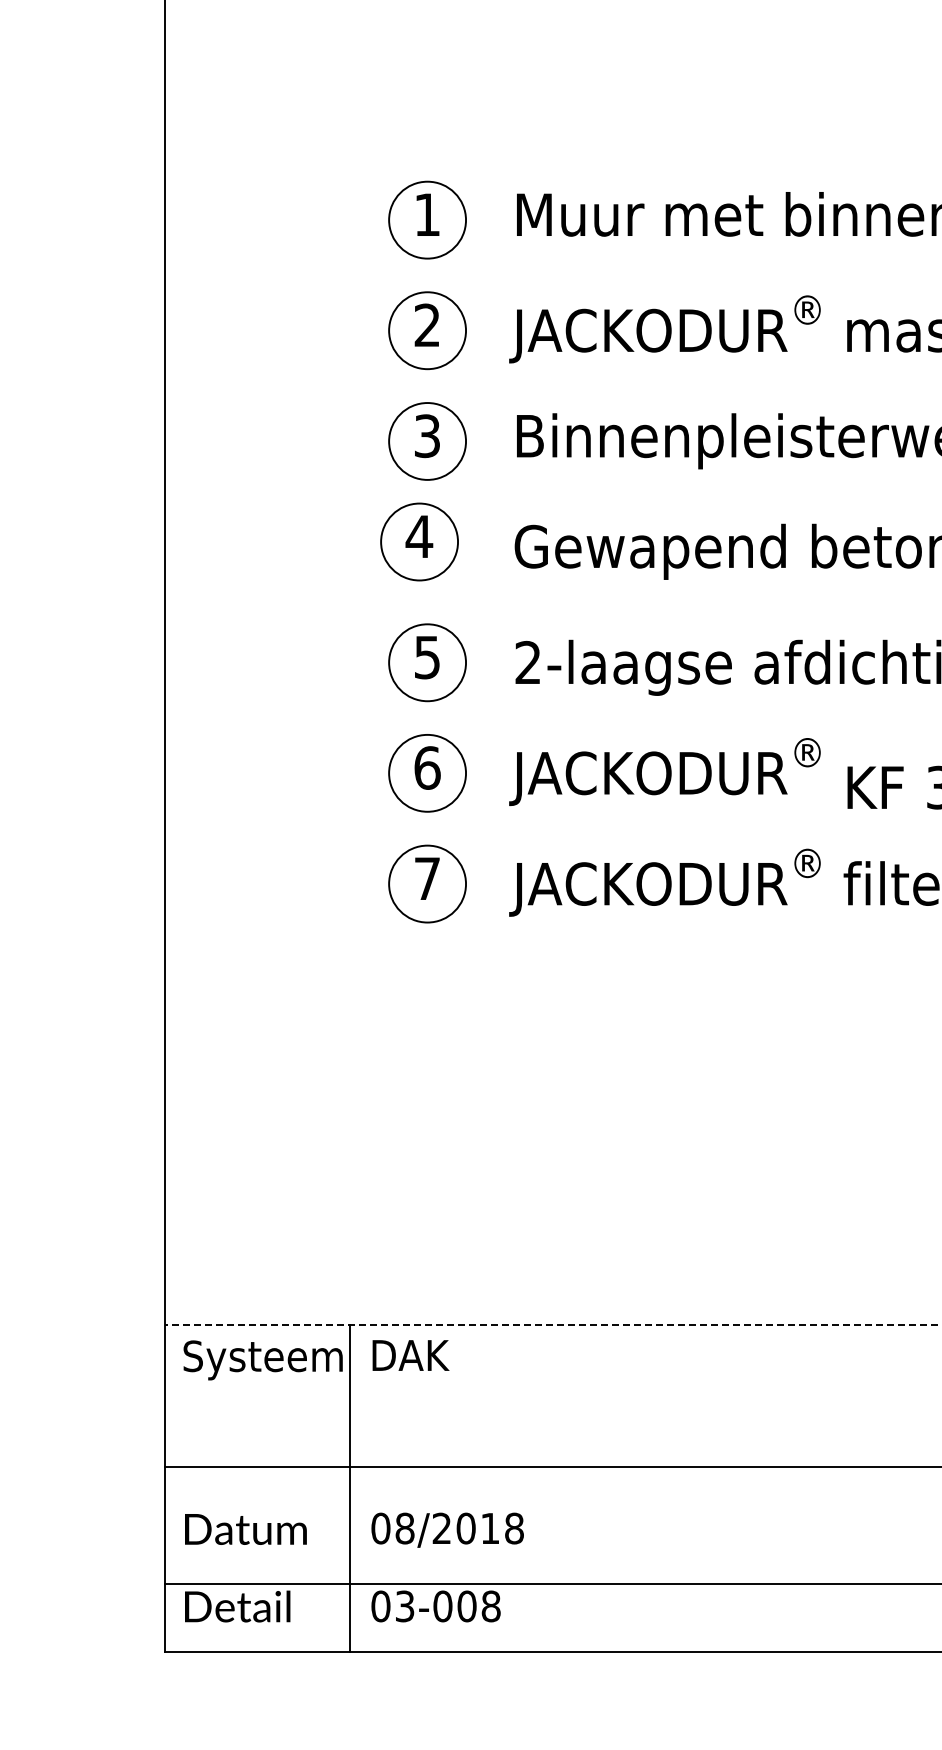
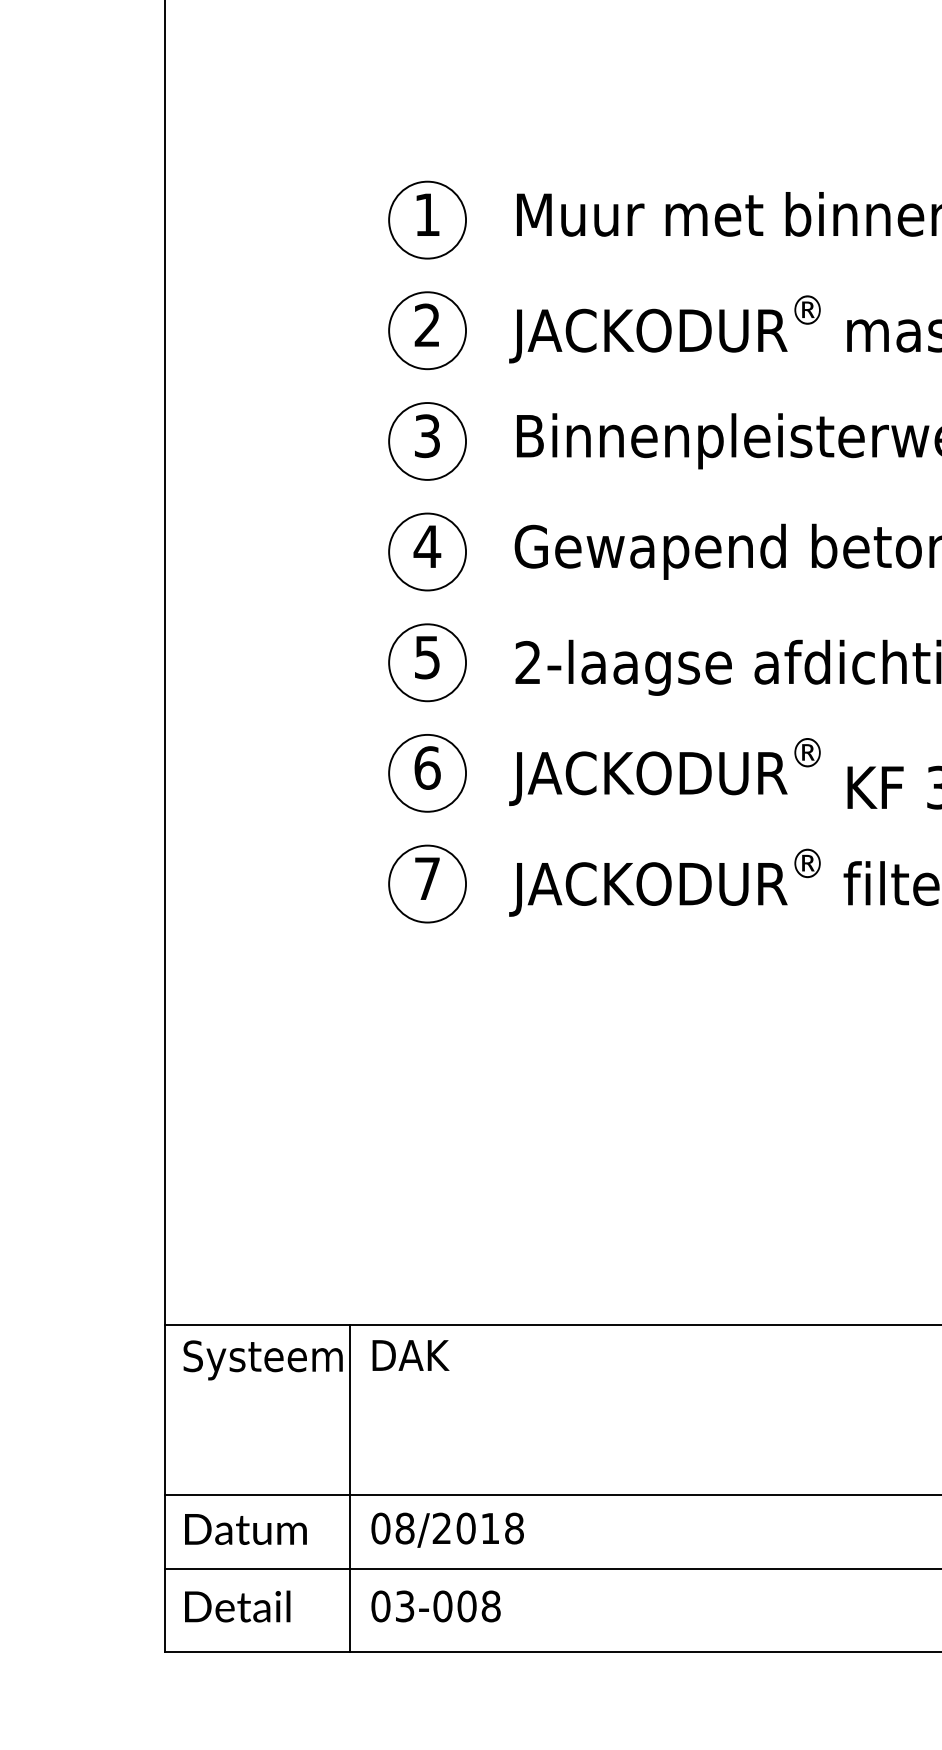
part at (419, 541) position: (419, 541) -> (427, 551)
line at (552, 1324): dashed -> solid
line at (551, 1467) position: (551, 1467) -> (551, 1495)
line at (551, 1583) position: (551, 1583) -> (551, 1568)
